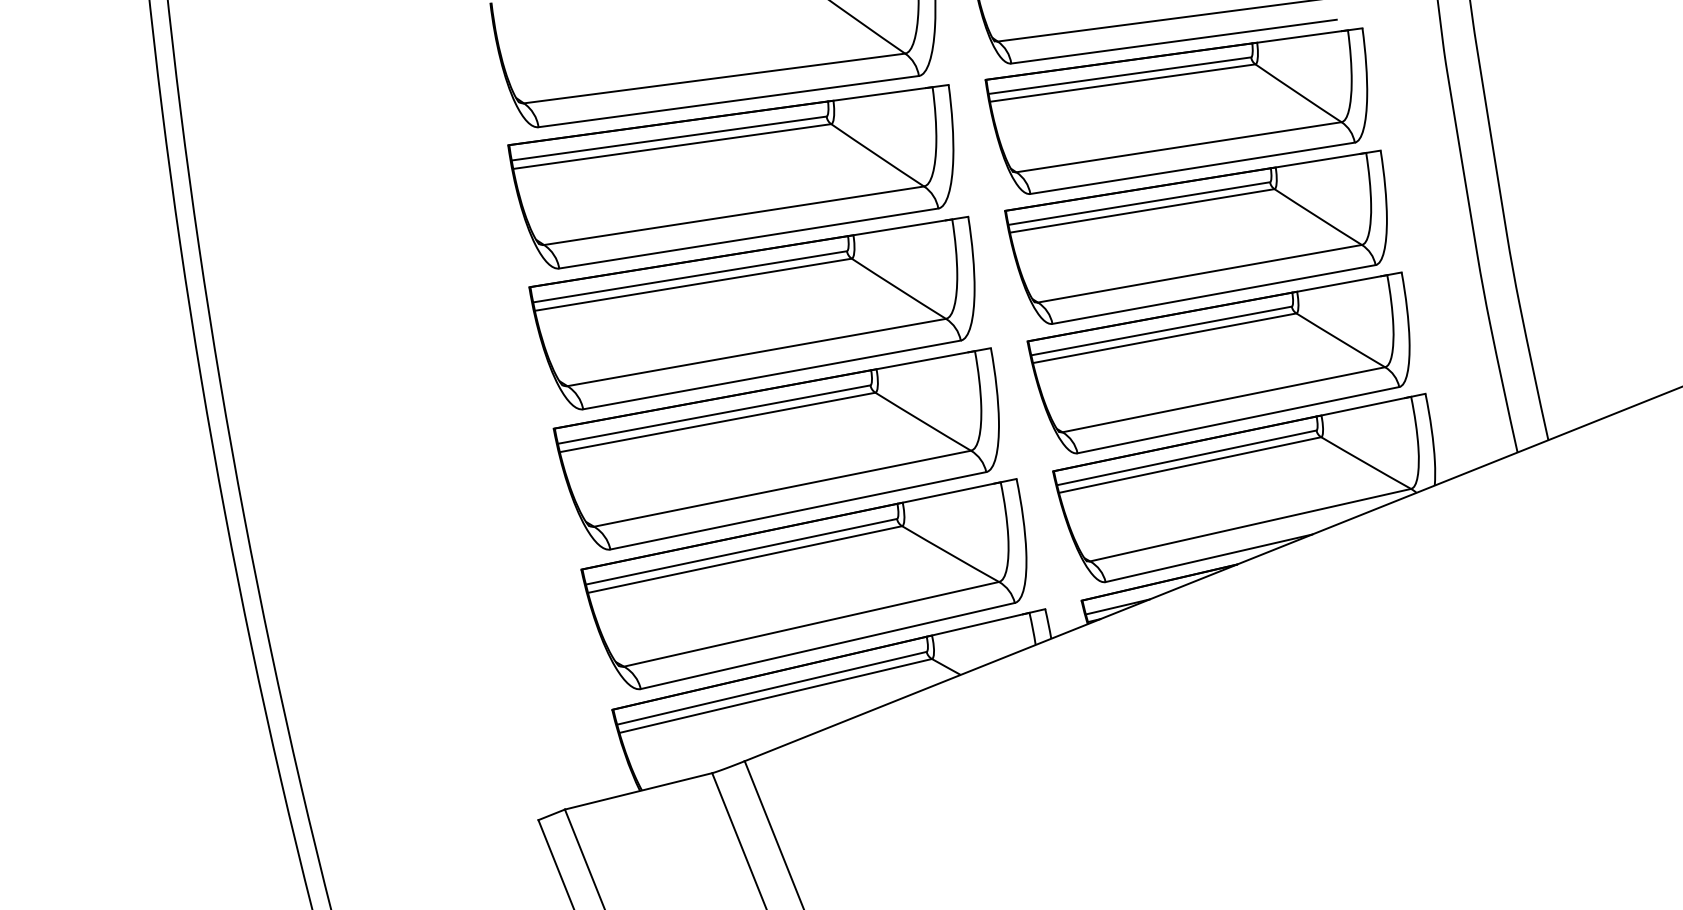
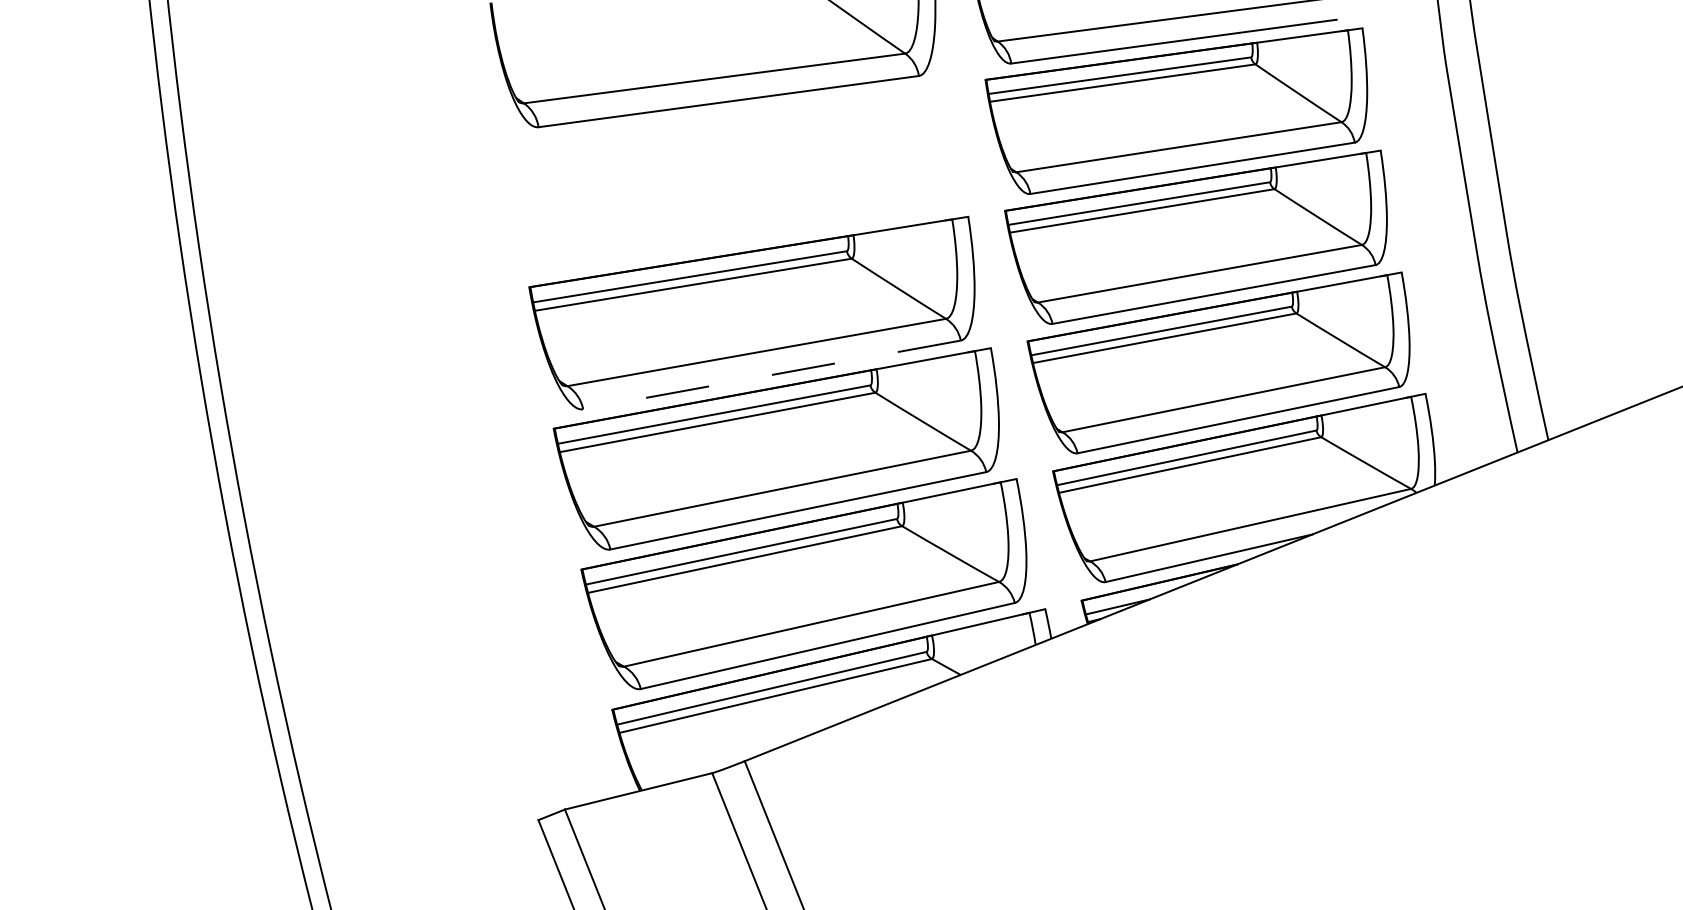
part at (730, 176): present -> none
line at (771, 374): solid -> dashed
